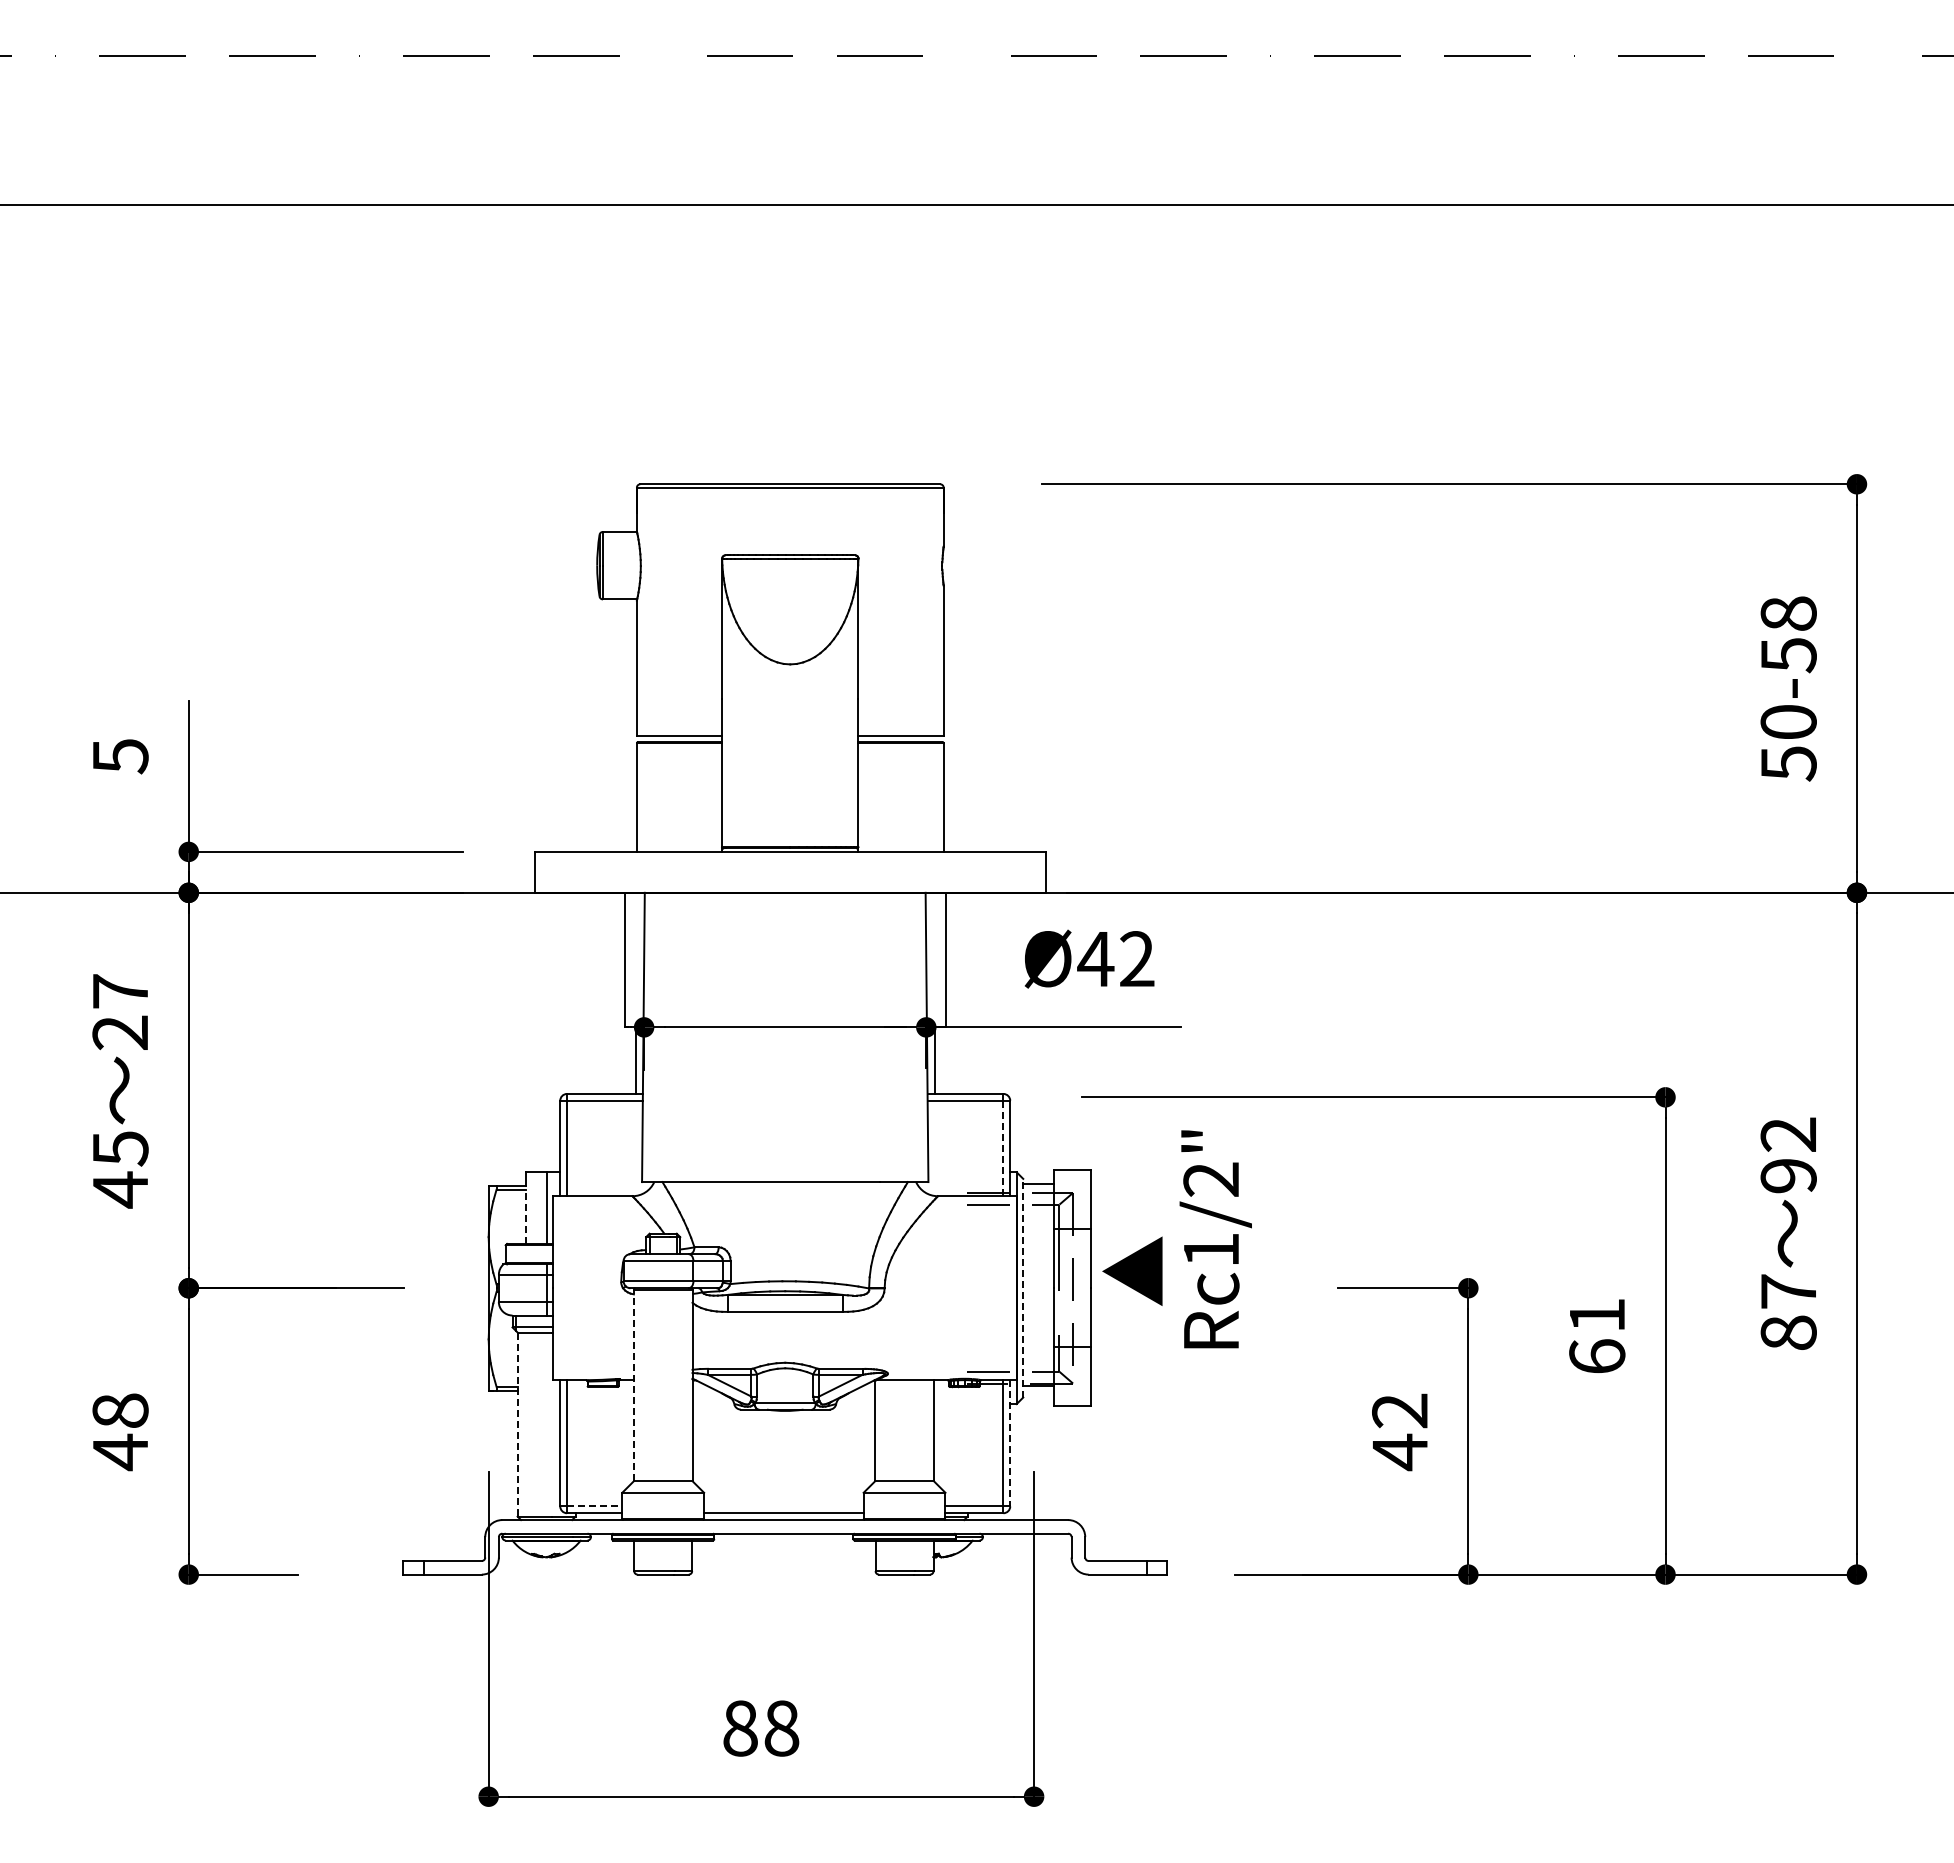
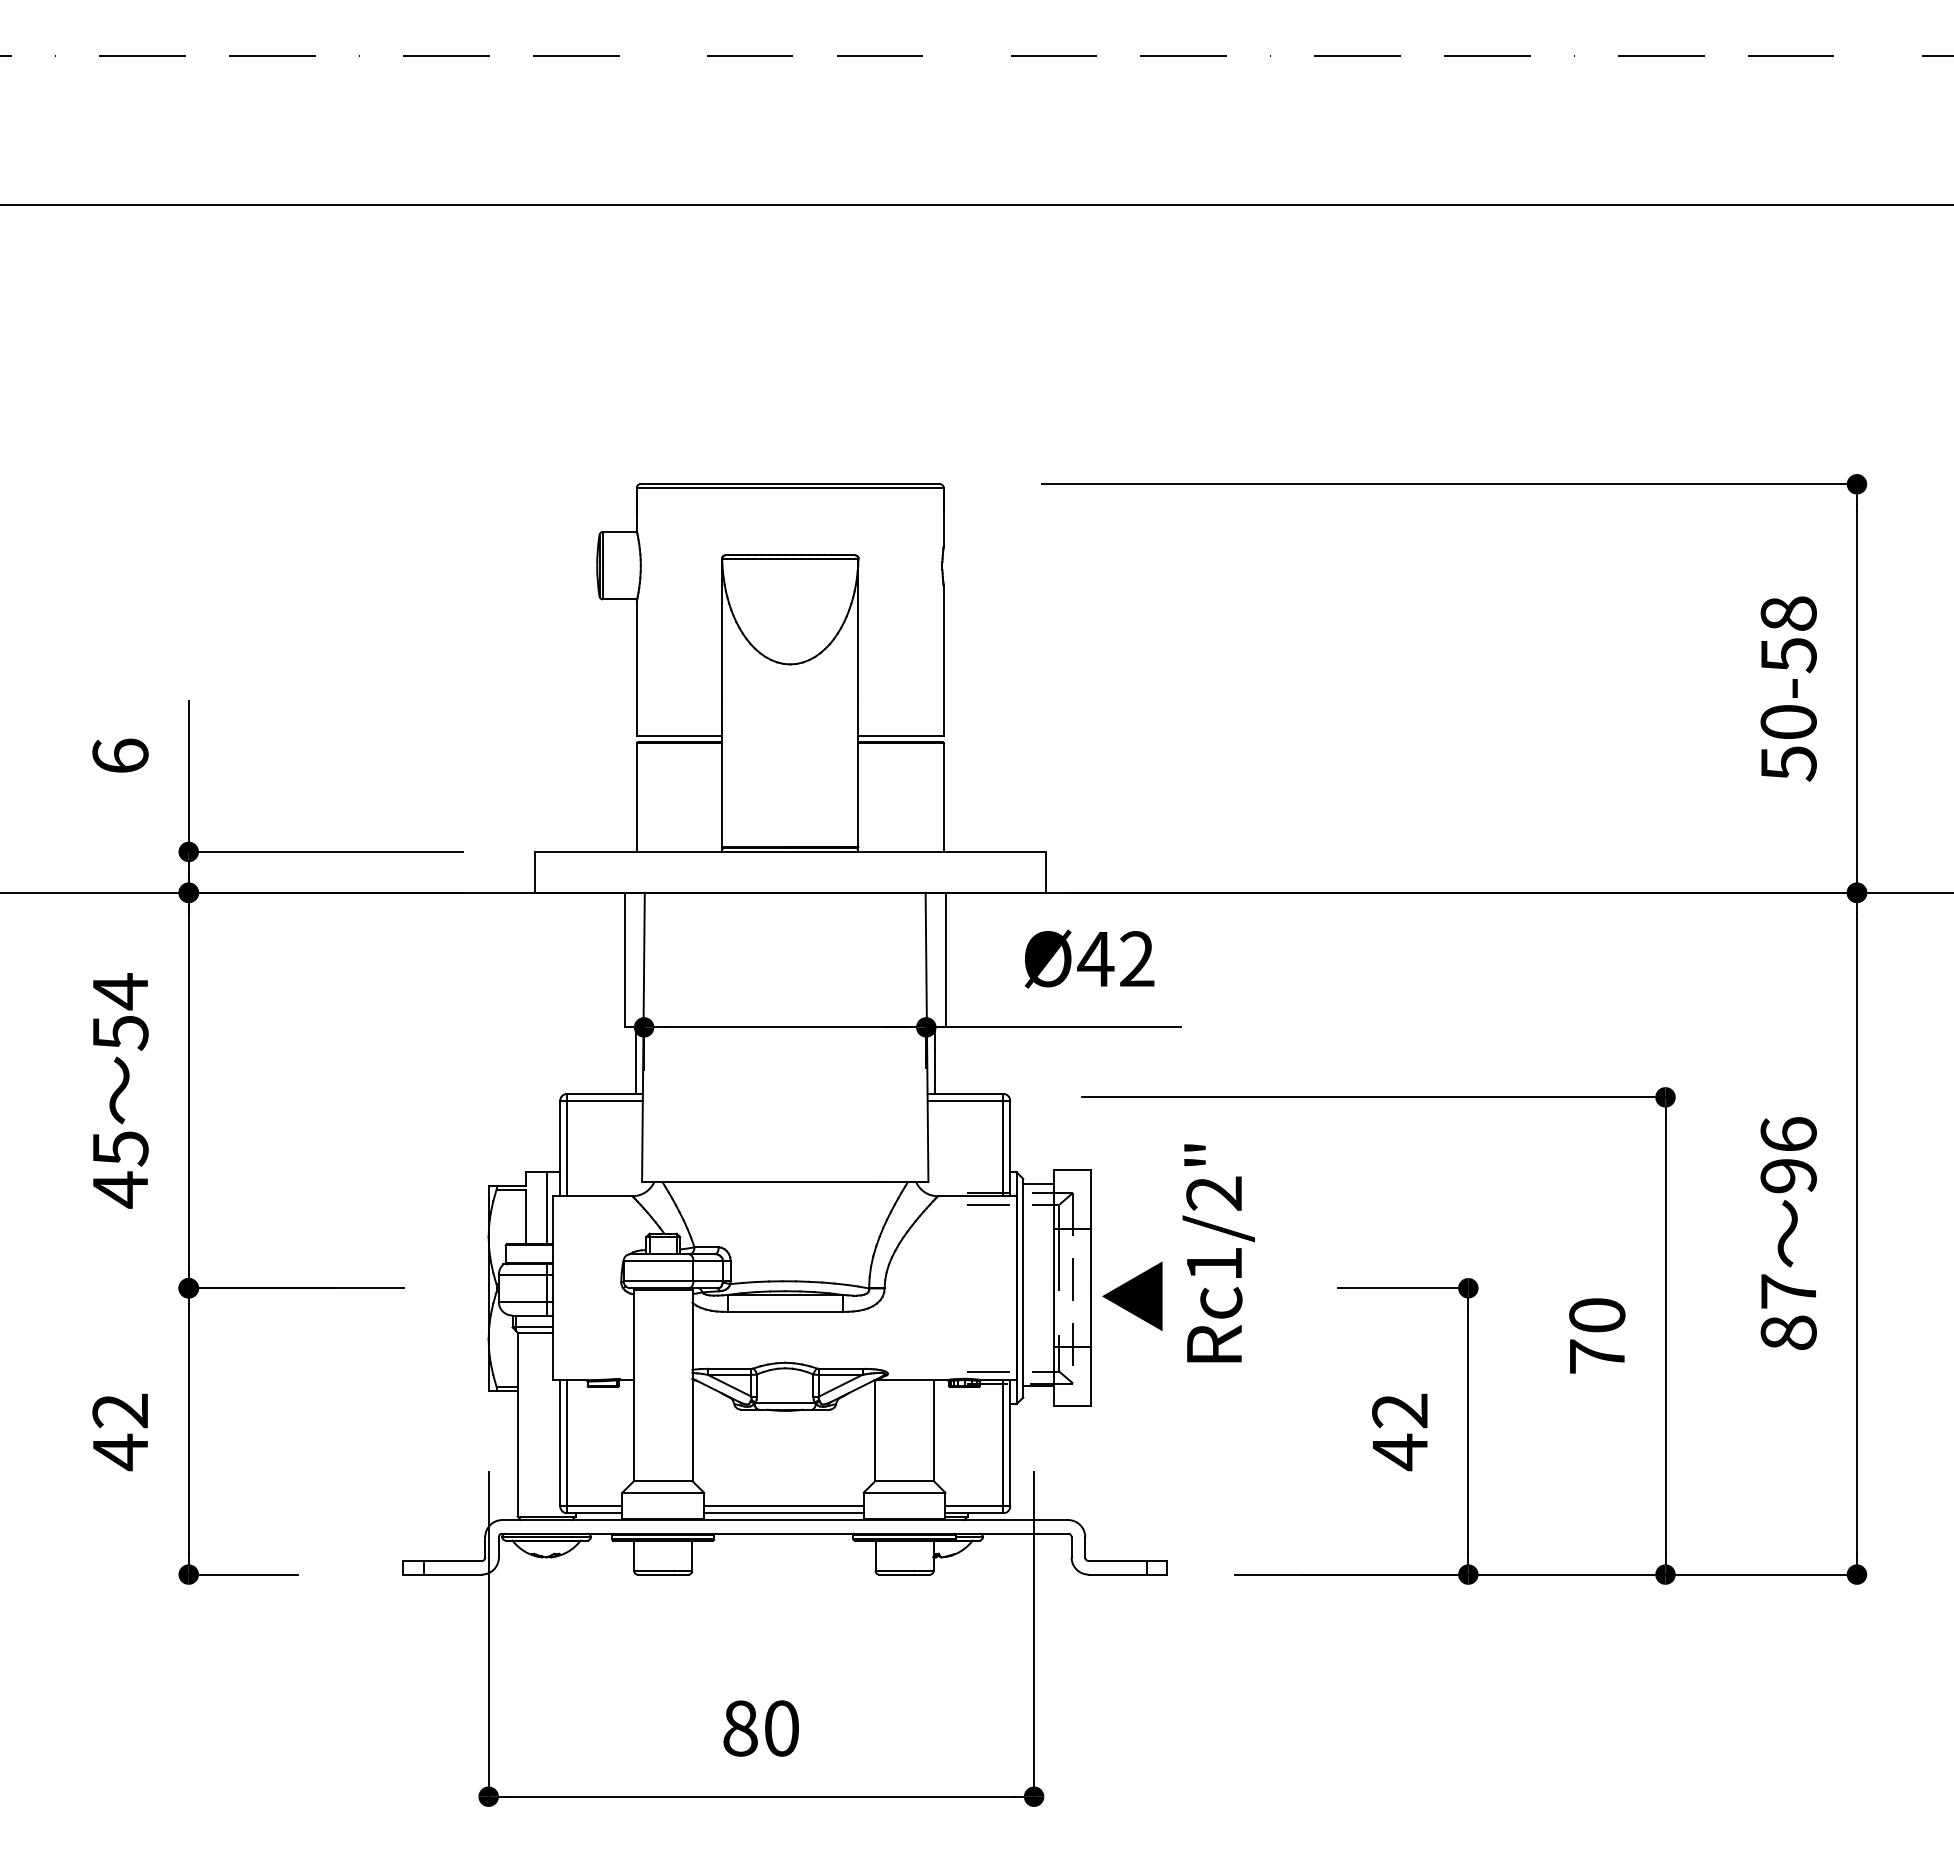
text at (120, 756): 5 -> 6
text at (120, 1012): 27 -> 54
text at (1788, 1134): 92 -> 96
line at (1003, 1148): dashed -> solid
line at (526, 1216): dashed -> solid
text at (1215, 1239) position: (1215, 1239) -> (1218, 1253)
text at (1132, 1270) position: (1132, 1270) -> (1132, 1295)
line at (1023, 1287): dashed -> solid
text at (1597, 1335): 61 -> 70
line at (633, 1385): dashed -> solid
text at (120, 1410): 48 -> 42
line at (517, 1425): dashed -> solid
line at (1010, 1443): dashed -> solid
line at (594, 1506): dashed -> solid
line at (783, 1506): none -> present
text at (781, 1728): 88 -> 80
